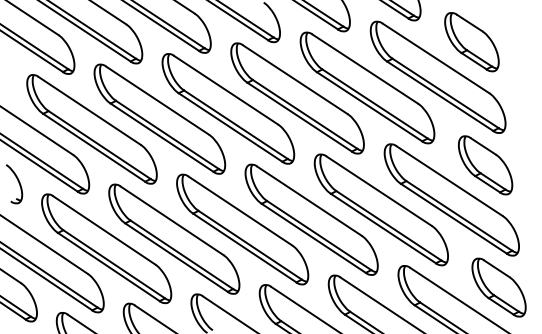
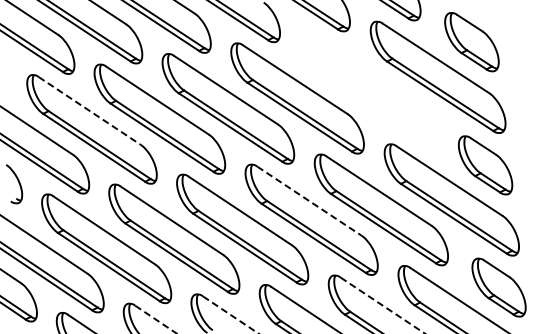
part at (367, 87): present -> none
line at (90, 111): solid -> dashed
line at (309, 201): solid -> dashed
line at (383, 305): solid -> dashed
line at (231, 315): solid -> dashed
line at (156, 320): solid -> dashed
